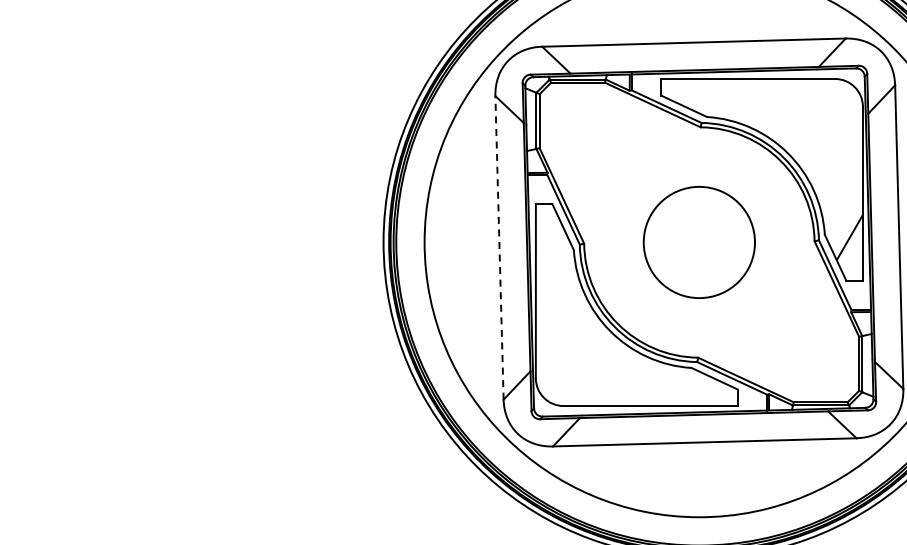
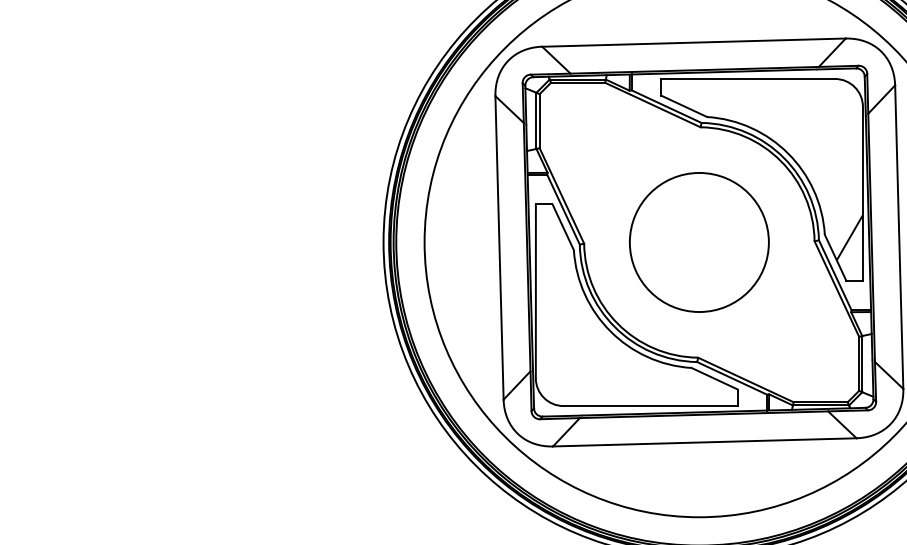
circle at (698, 242) diameter: 111 px -> 139 px
line at (499, 247): dashed -> solid
